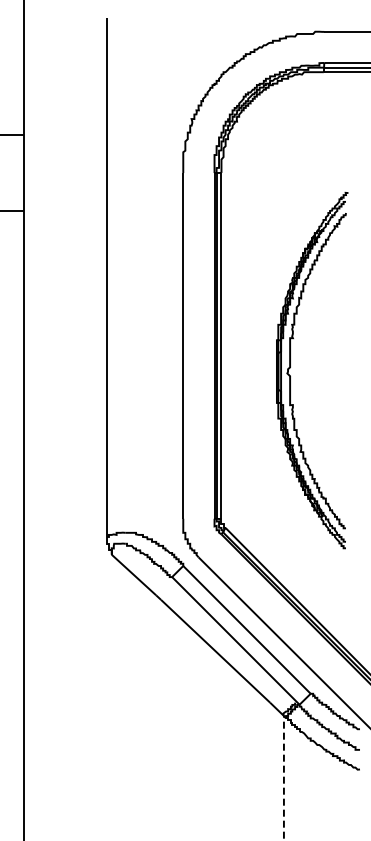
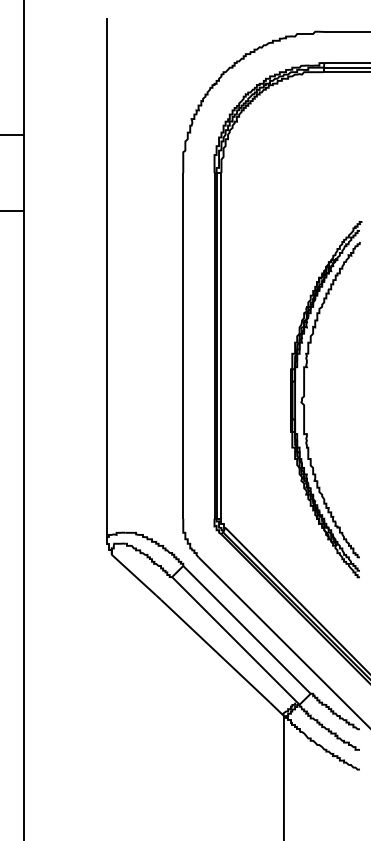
part at (290, 368) position: (290, 368) -> (304, 397)
line at (283, 778): dashed -> solid
